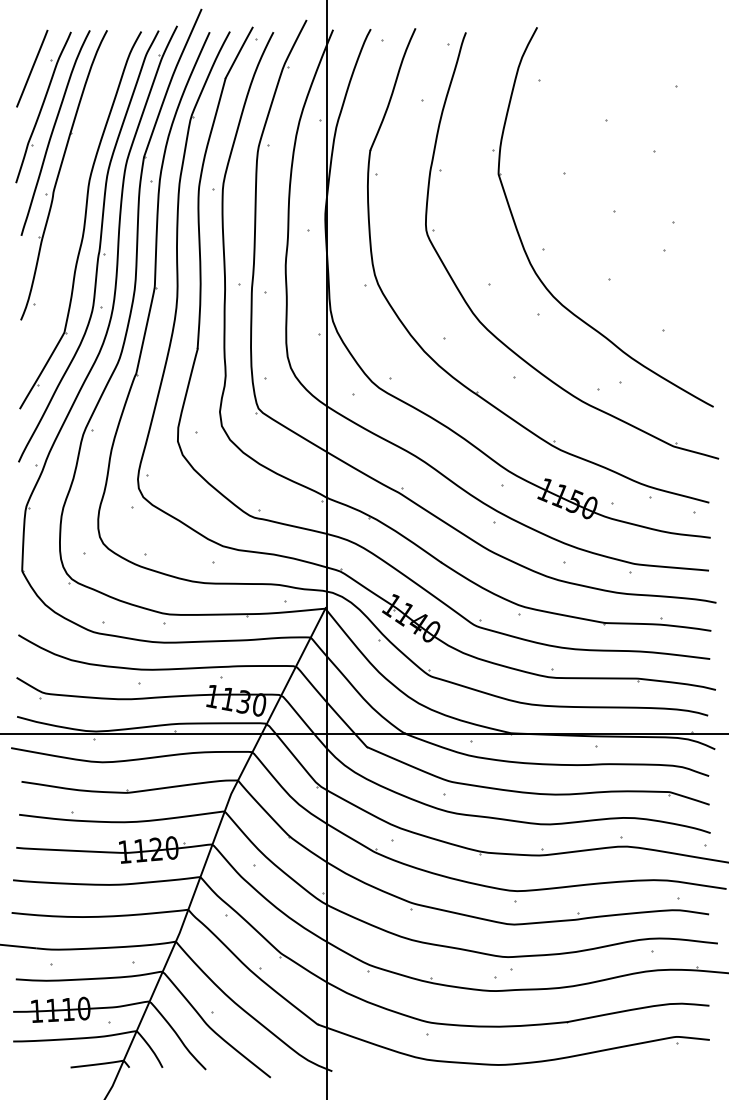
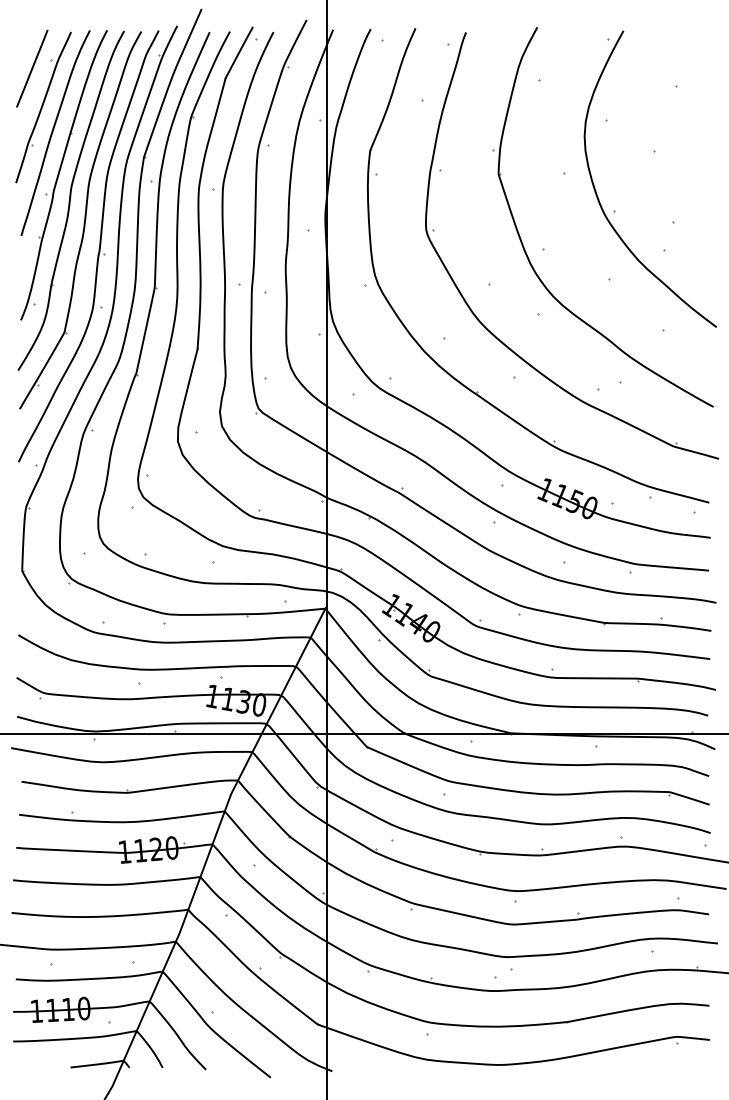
part at (598, 196): none -> present
part at (70, 200): none -> present
